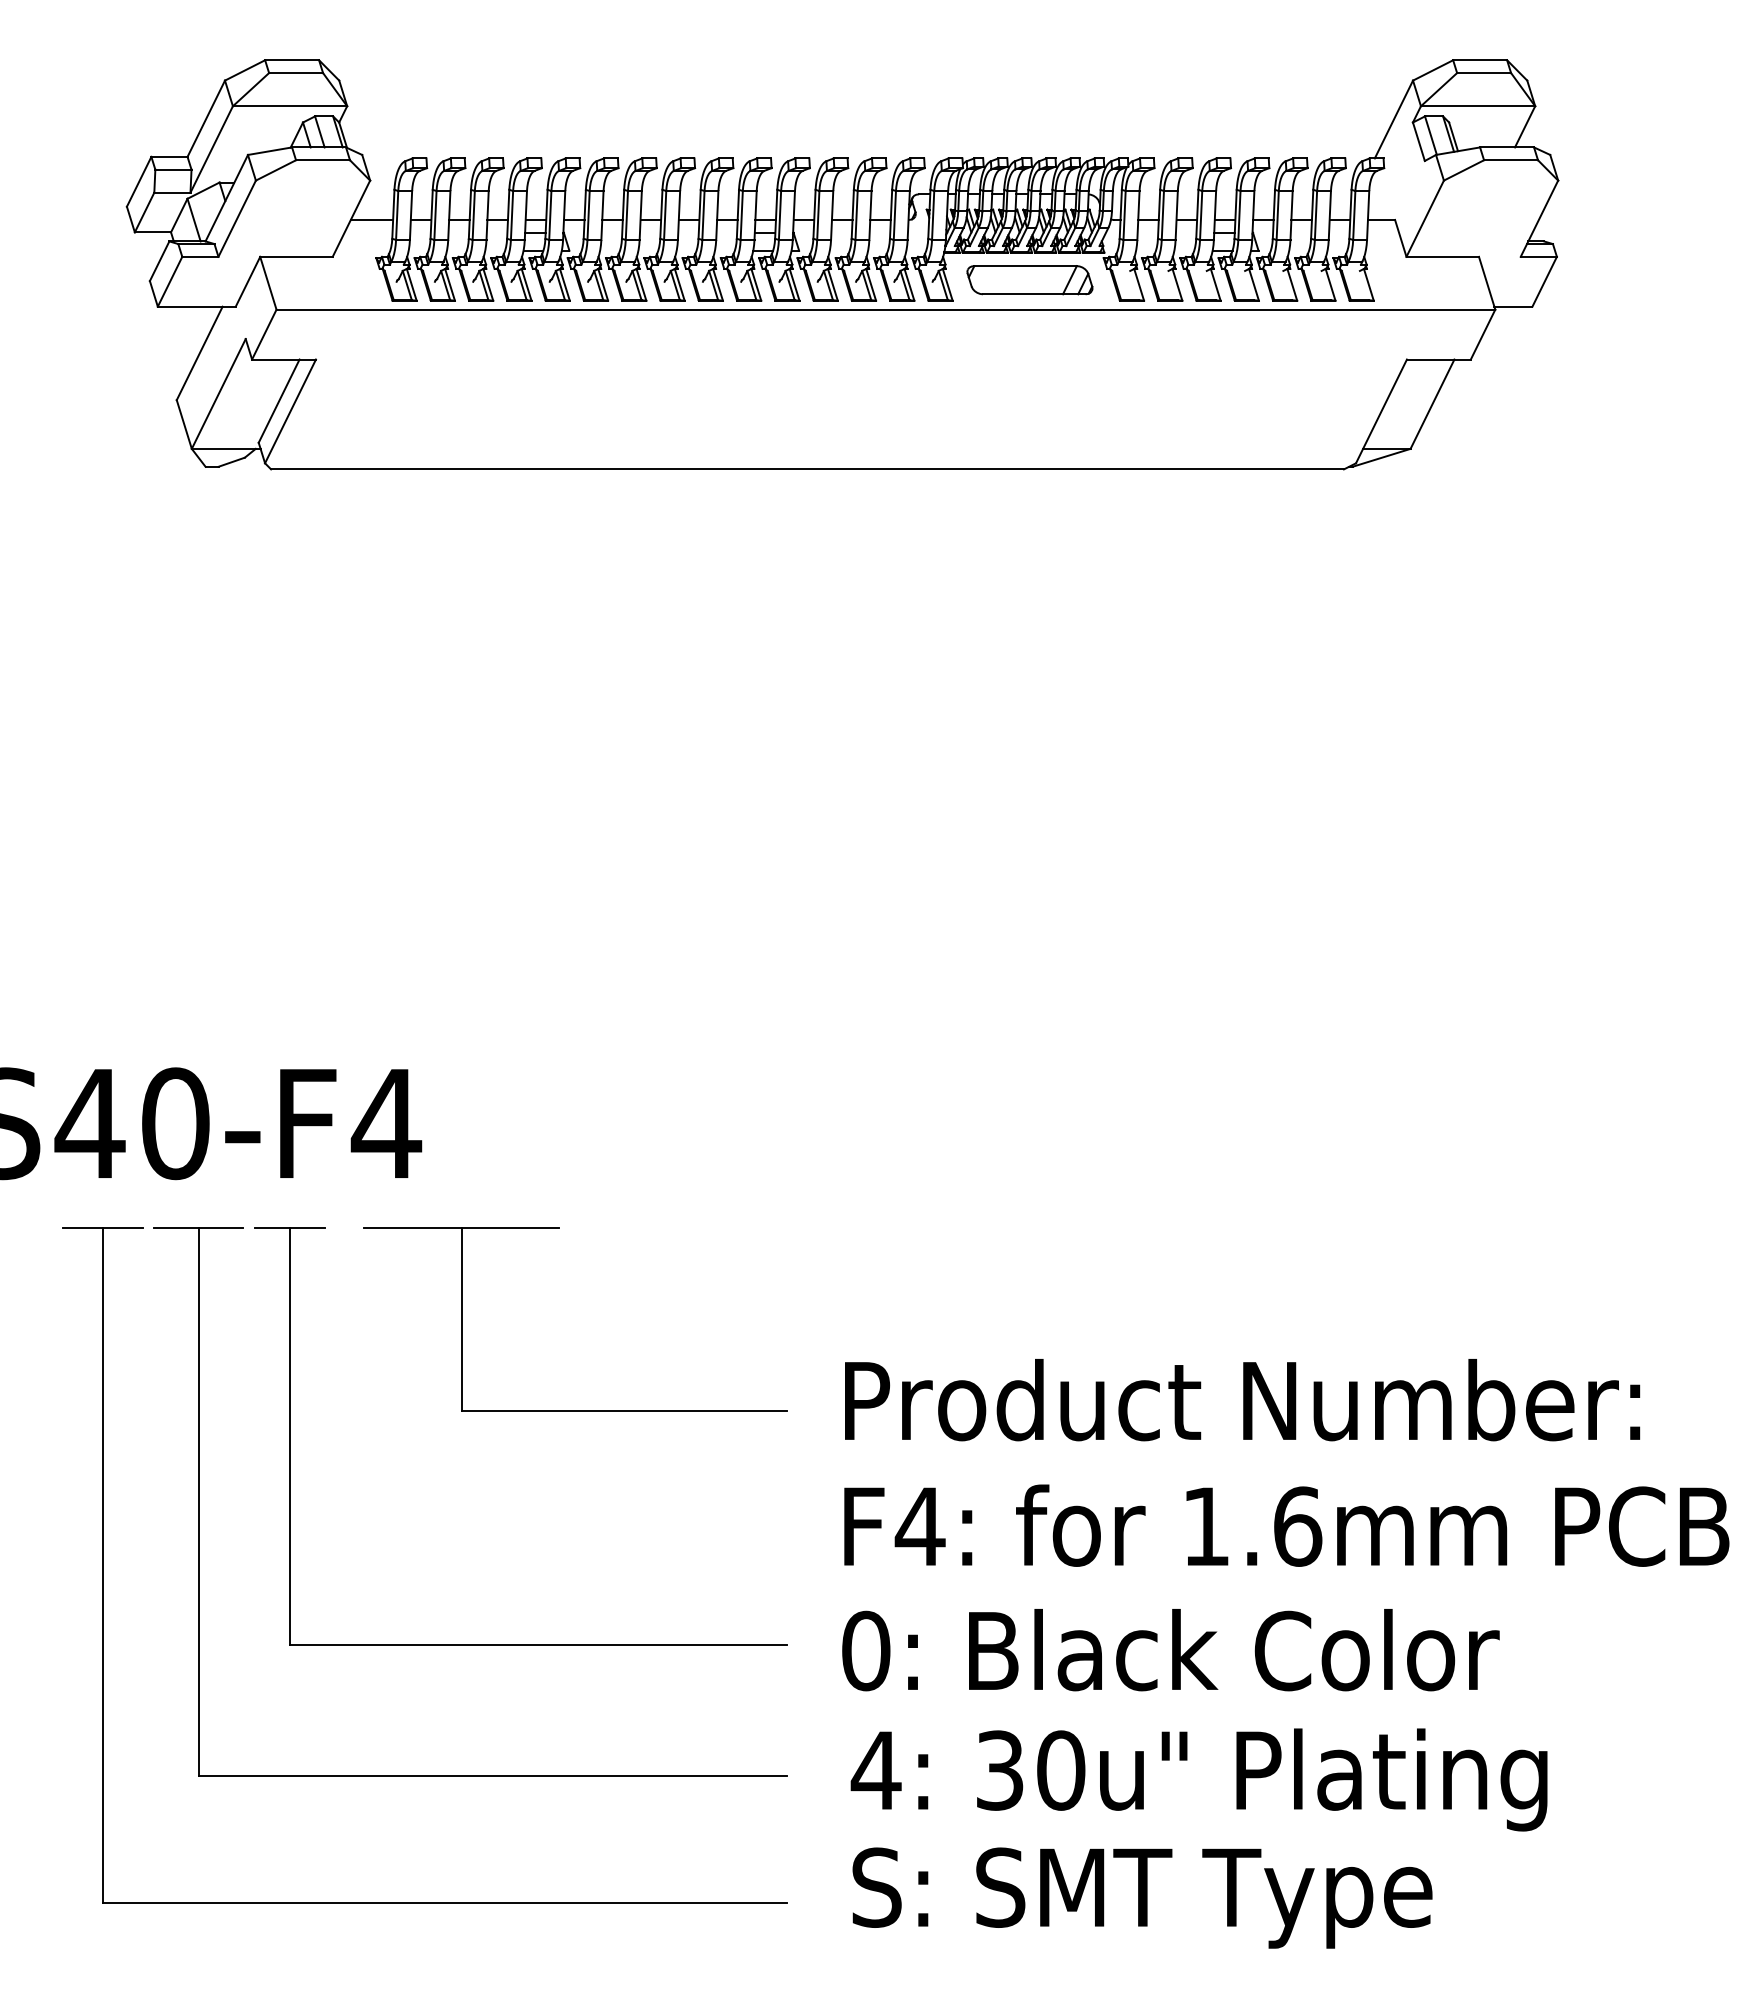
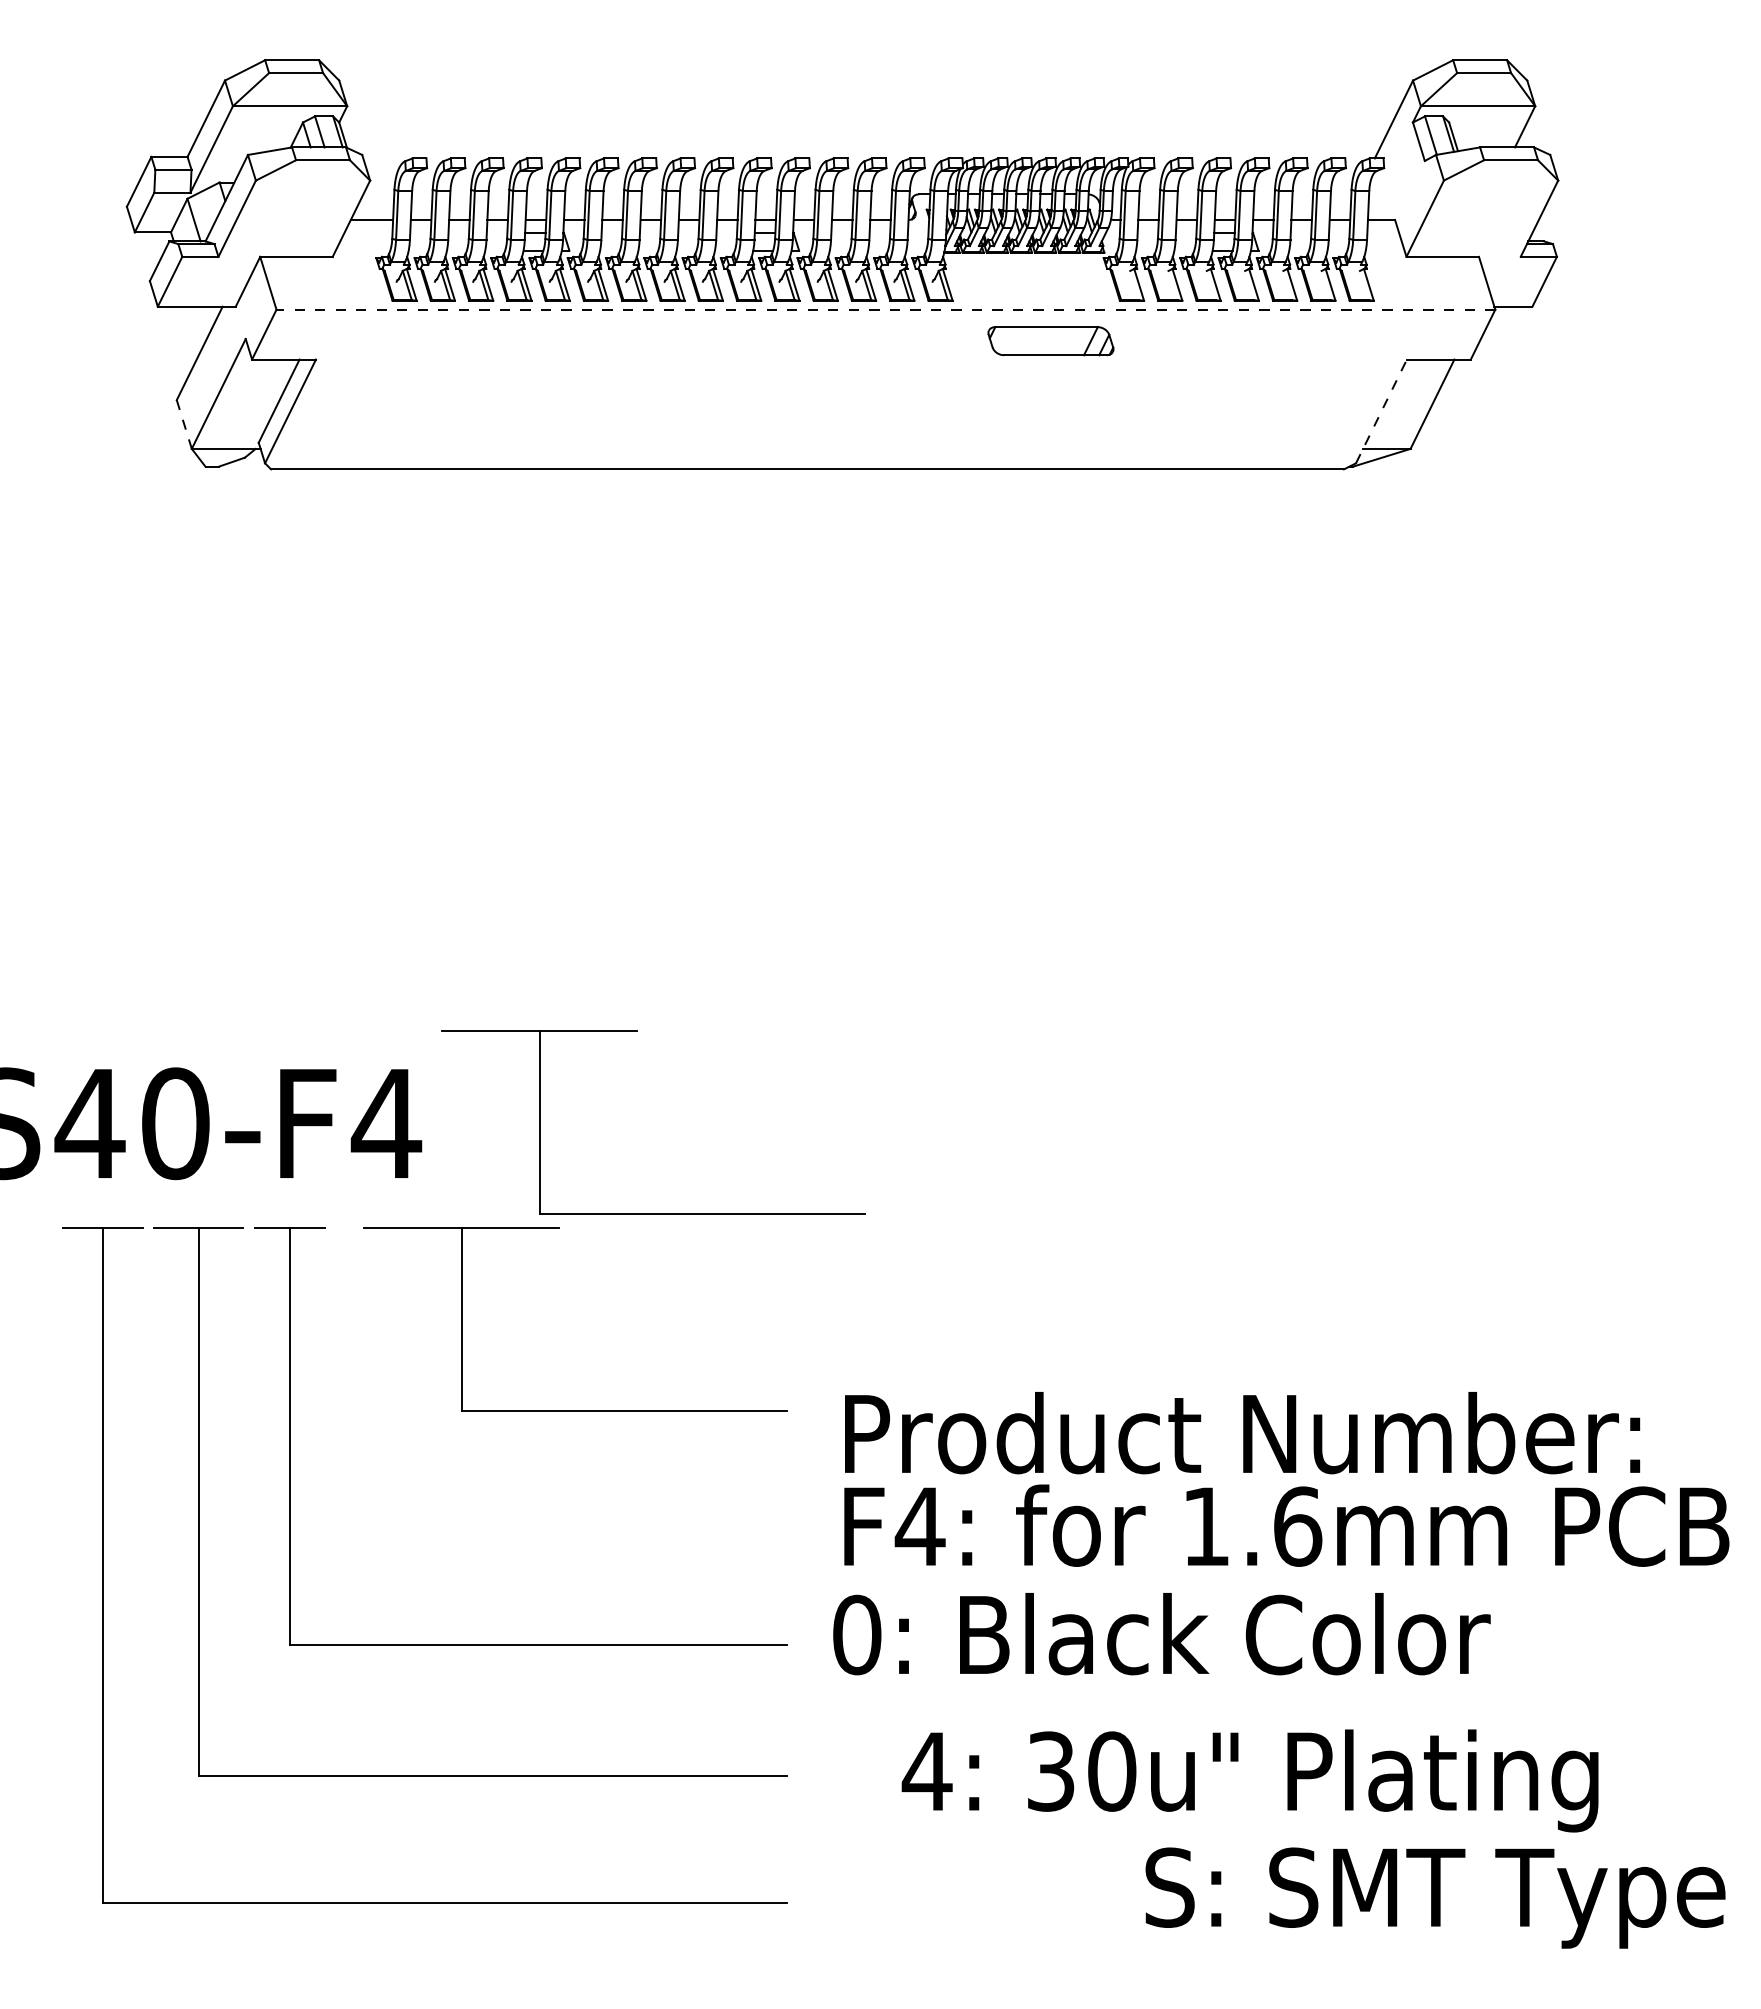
part at (1029, 280) position: (1029, 280) -> (1050, 341)
line at (885, 309): solid -> dashed
line at (1381, 411): solid -> dashed
line at (184, 425): solid -> dashed
part at (653, 1213): none -> present
text at (1242, 1400) position: (1242, 1400) -> (1242, 1433)
text at (1170, 1650) position: (1170, 1650) -> (1161, 1634)
text at (1198, 1779) position: (1198, 1779) -> (1249, 1780)
text at (1142, 1897) position: (1142, 1897) -> (1435, 1897)
